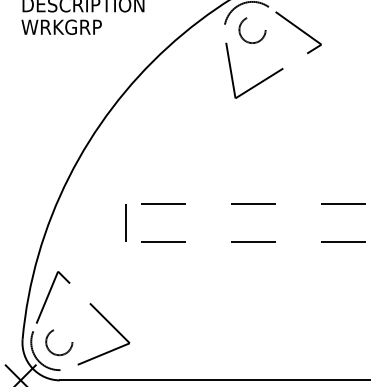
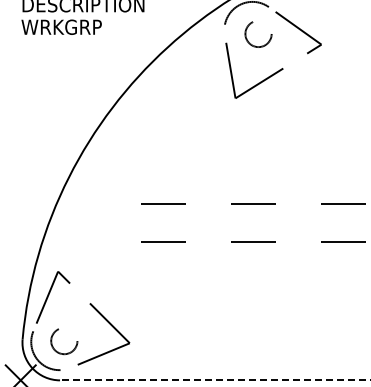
circle at (252, 30) position: (252, 30) -> (258, 34)
line at (125, 222): present -> none
circle at (59, 342) position: (59, 342) -> (64, 341)
line at (215, 380): solid -> dashed
